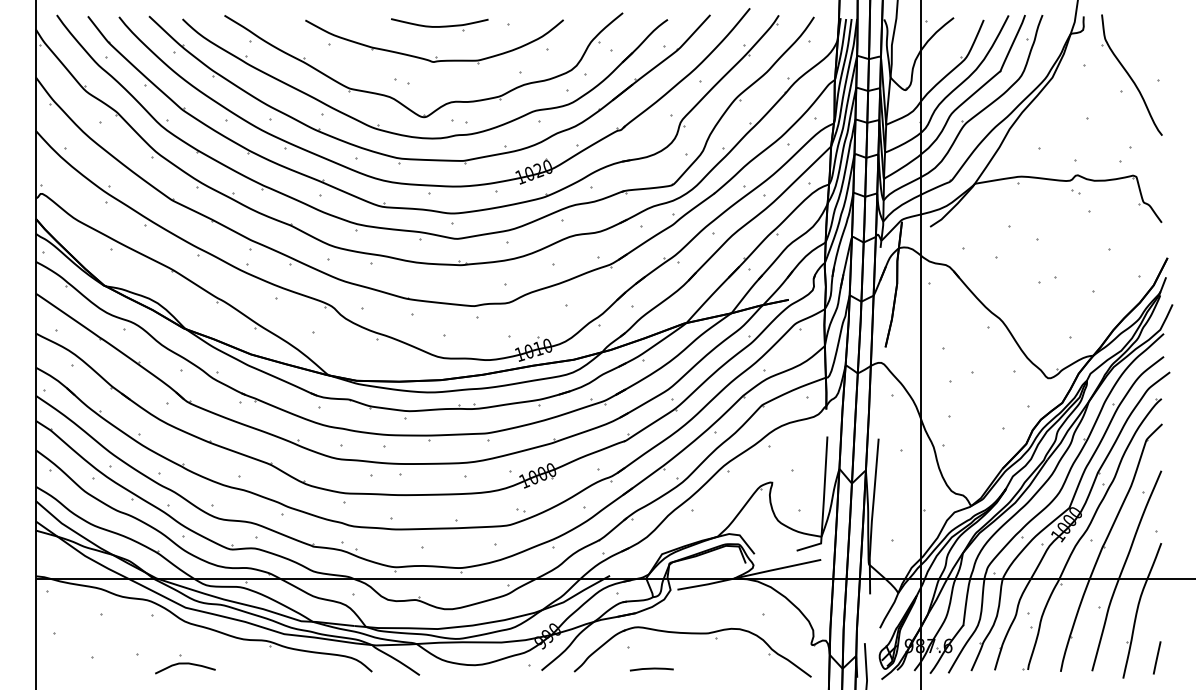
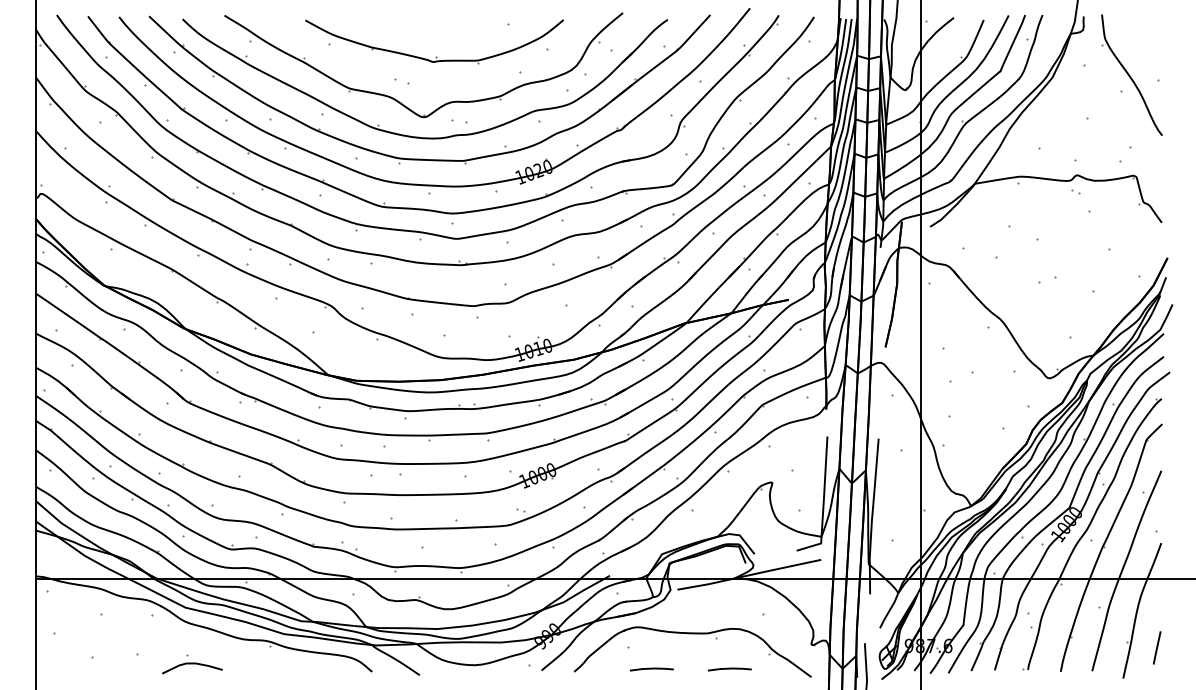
part at (439, 24): present -> none
line at (1157, 657) position: (1157, 657) -> (1157, 647)
part at (185, 664) position: (185, 664) -> (192, 664)
line at (729, 669): none -> present
